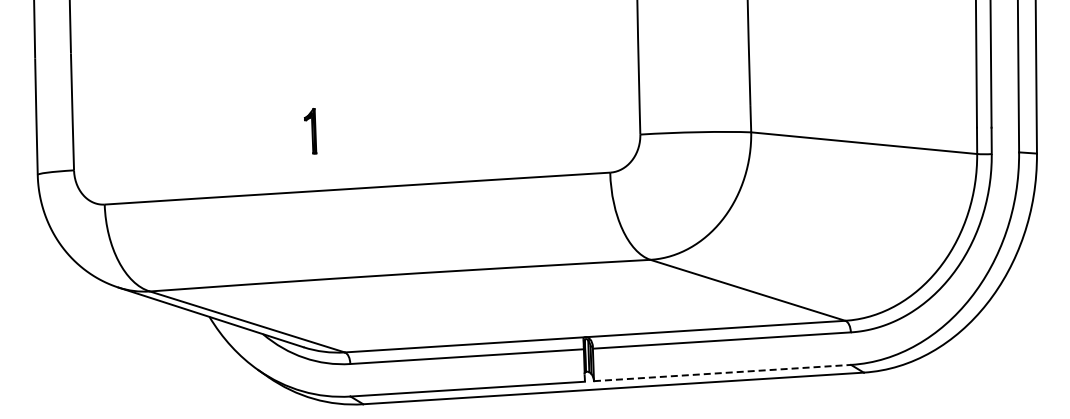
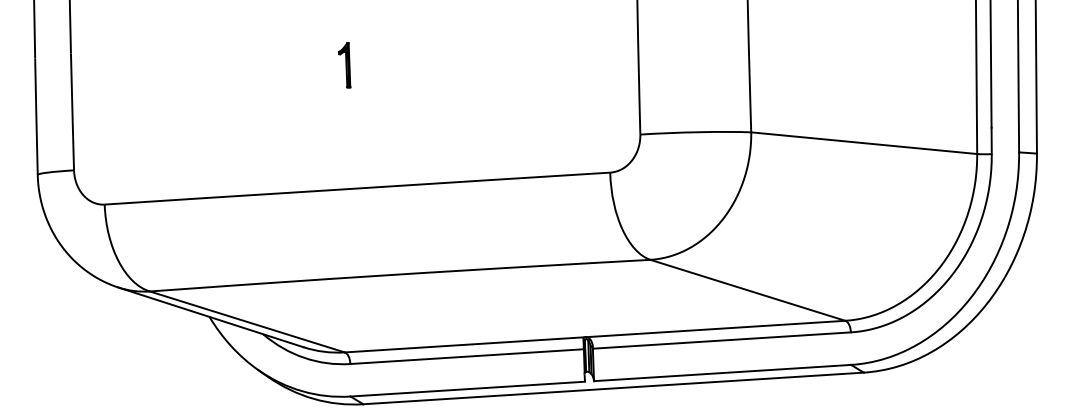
part at (310, 131) position: (310, 131) -> (344, 65)
line at (722, 373): dashed -> solid
